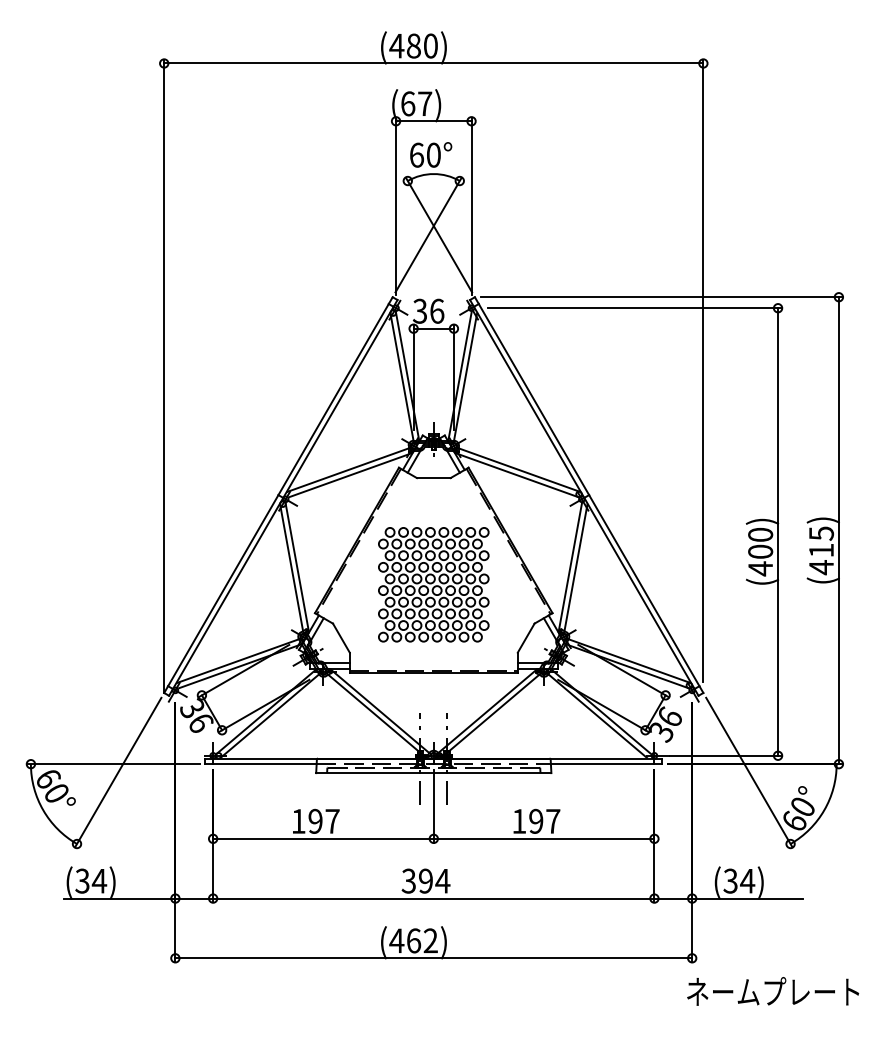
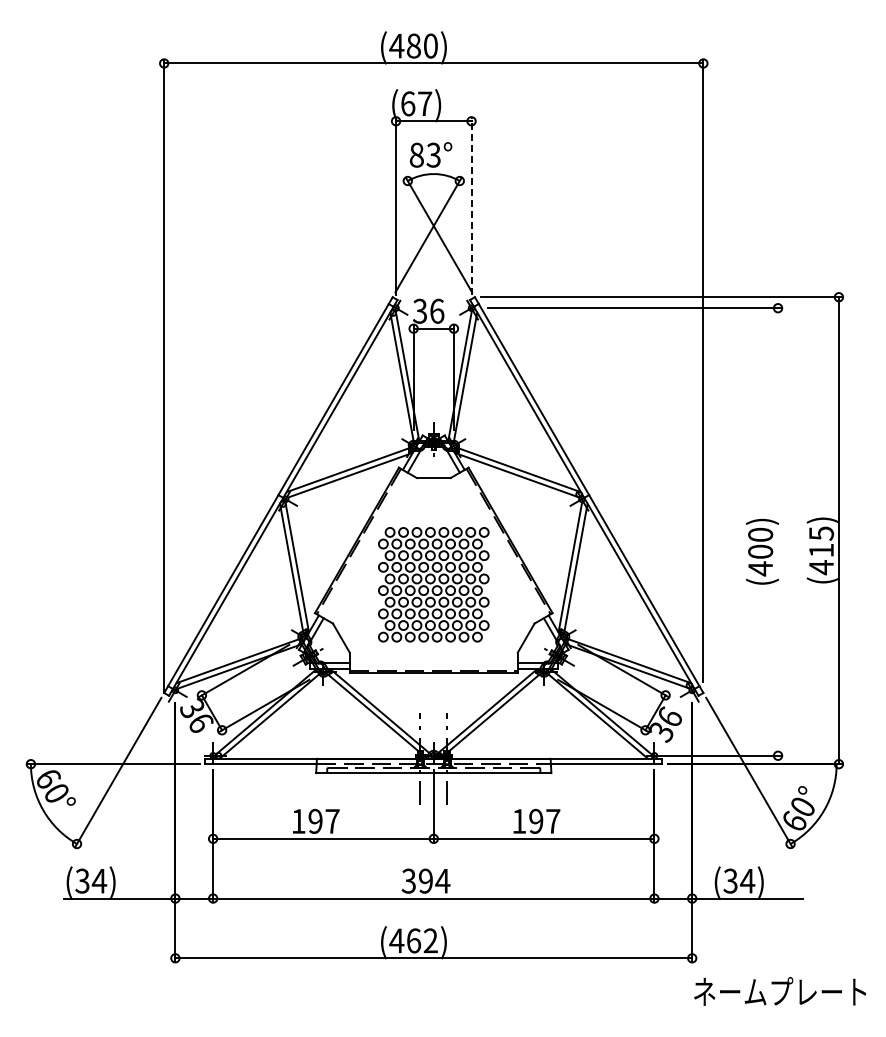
text at (424, 154): 60° -> 83°
line at (471, 206): solid -> dashed
line at (778, 531): present -> none
text at (773, 991) position: (773, 991) -> (780, 991)
